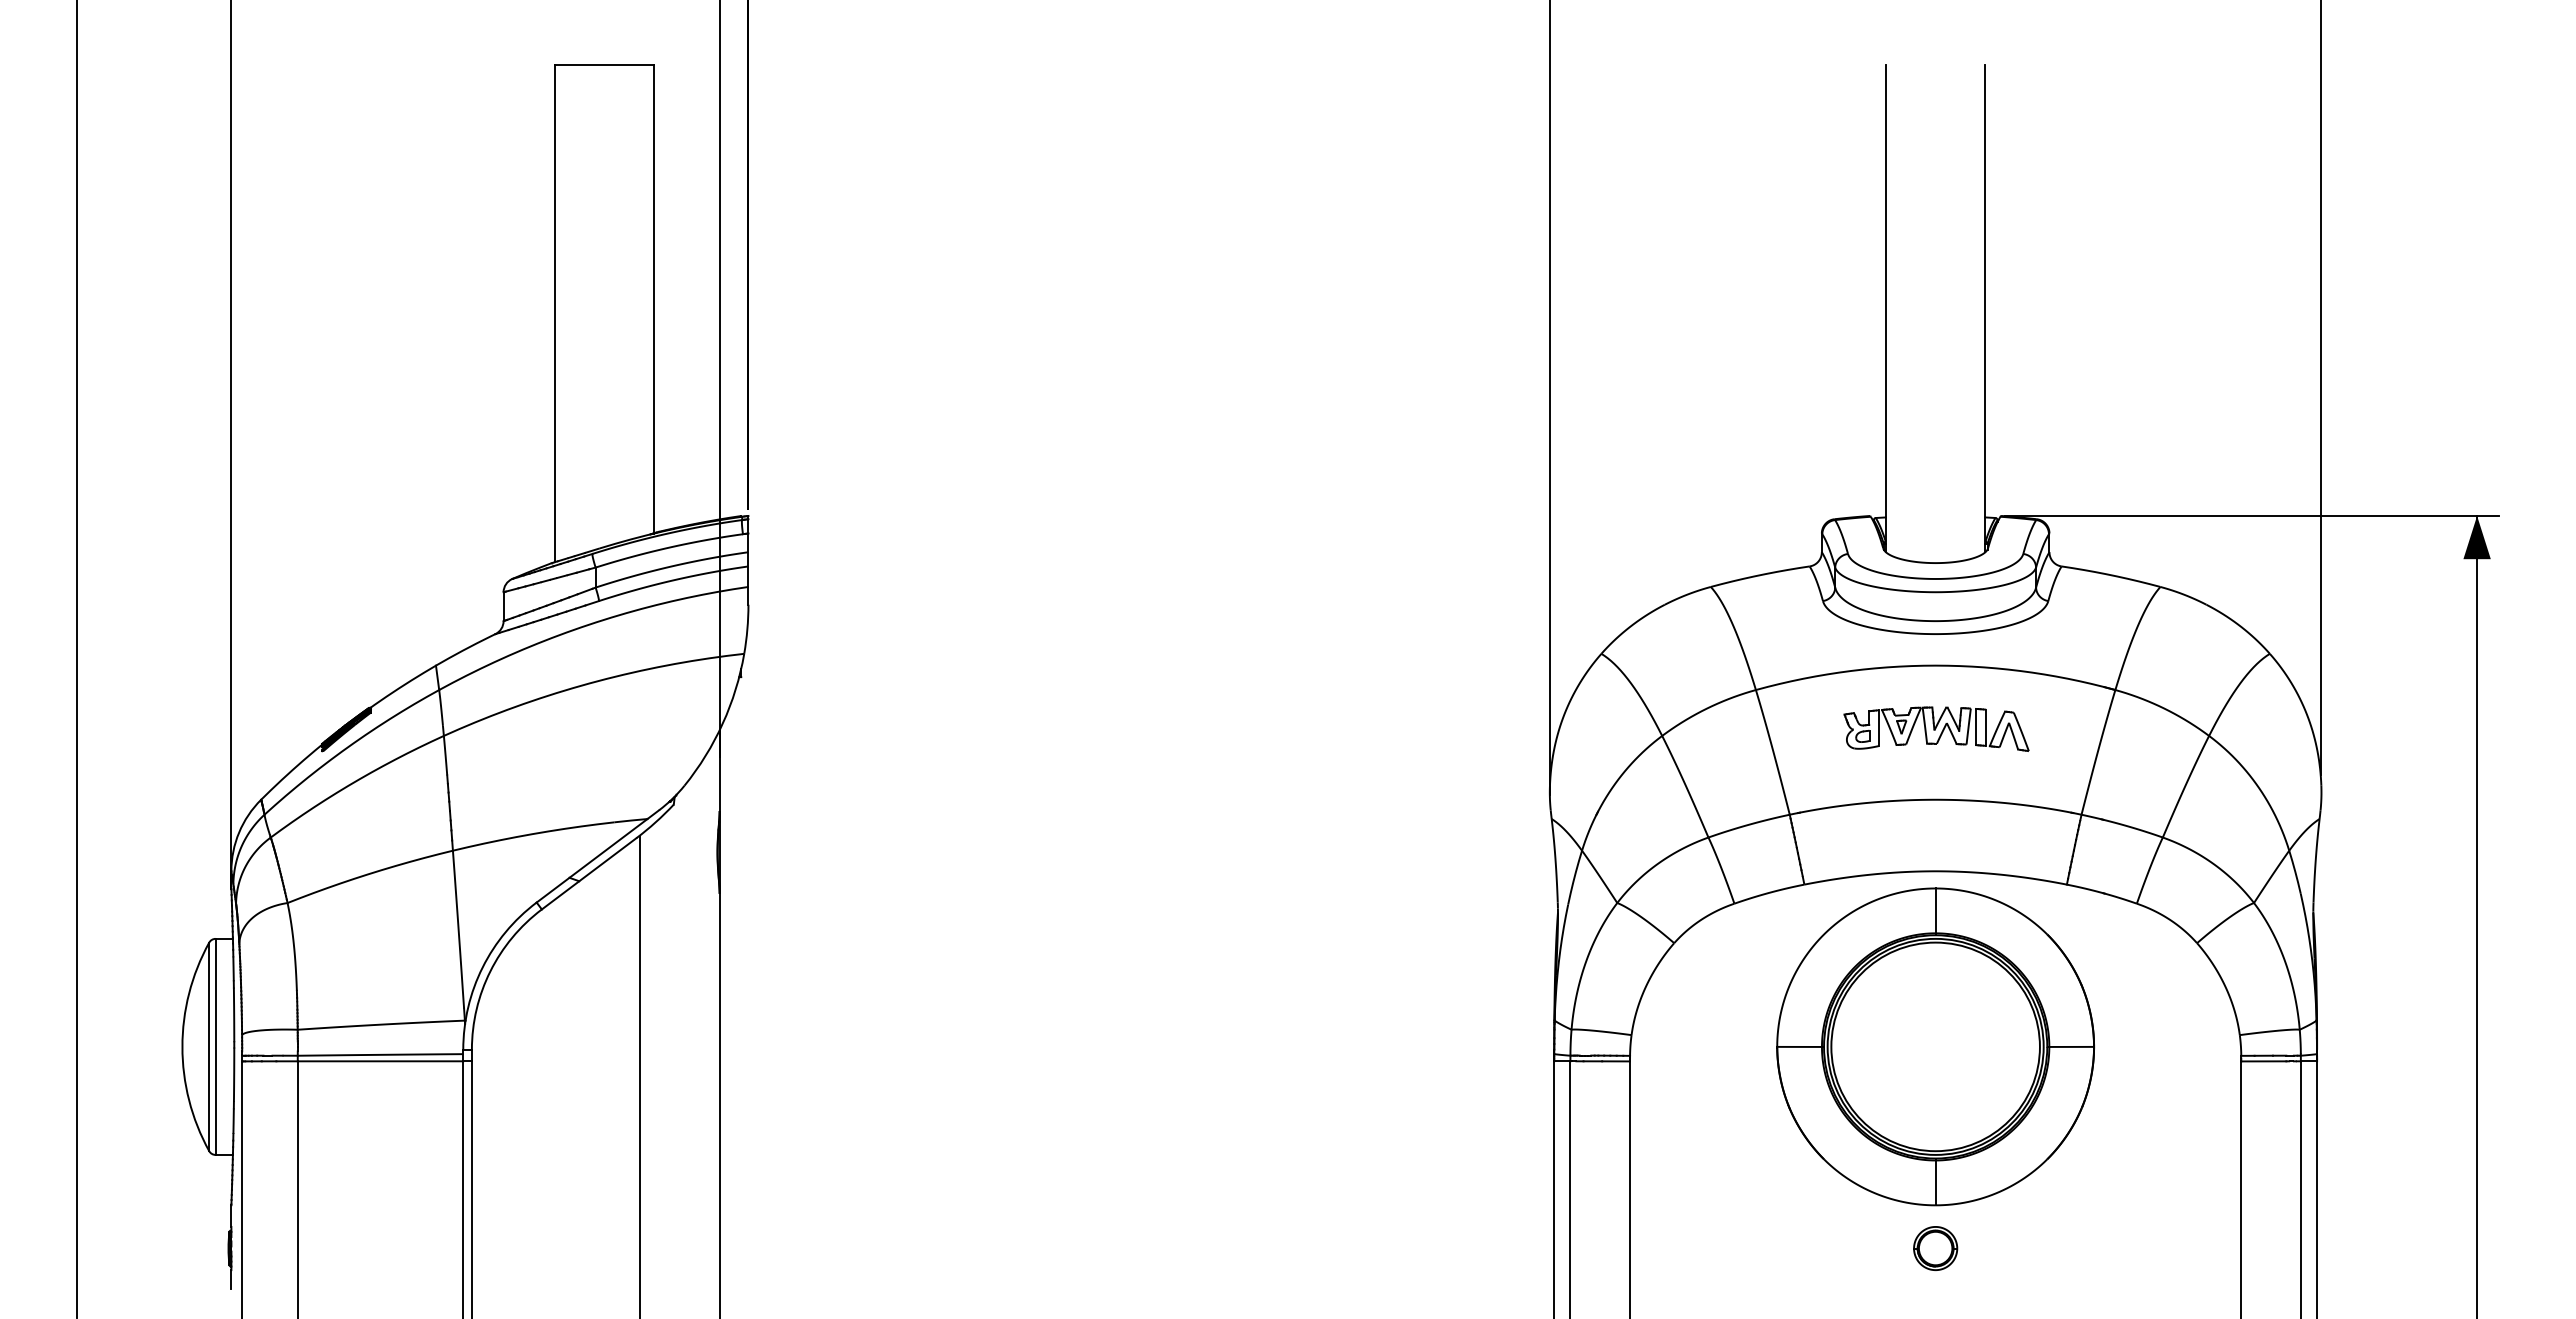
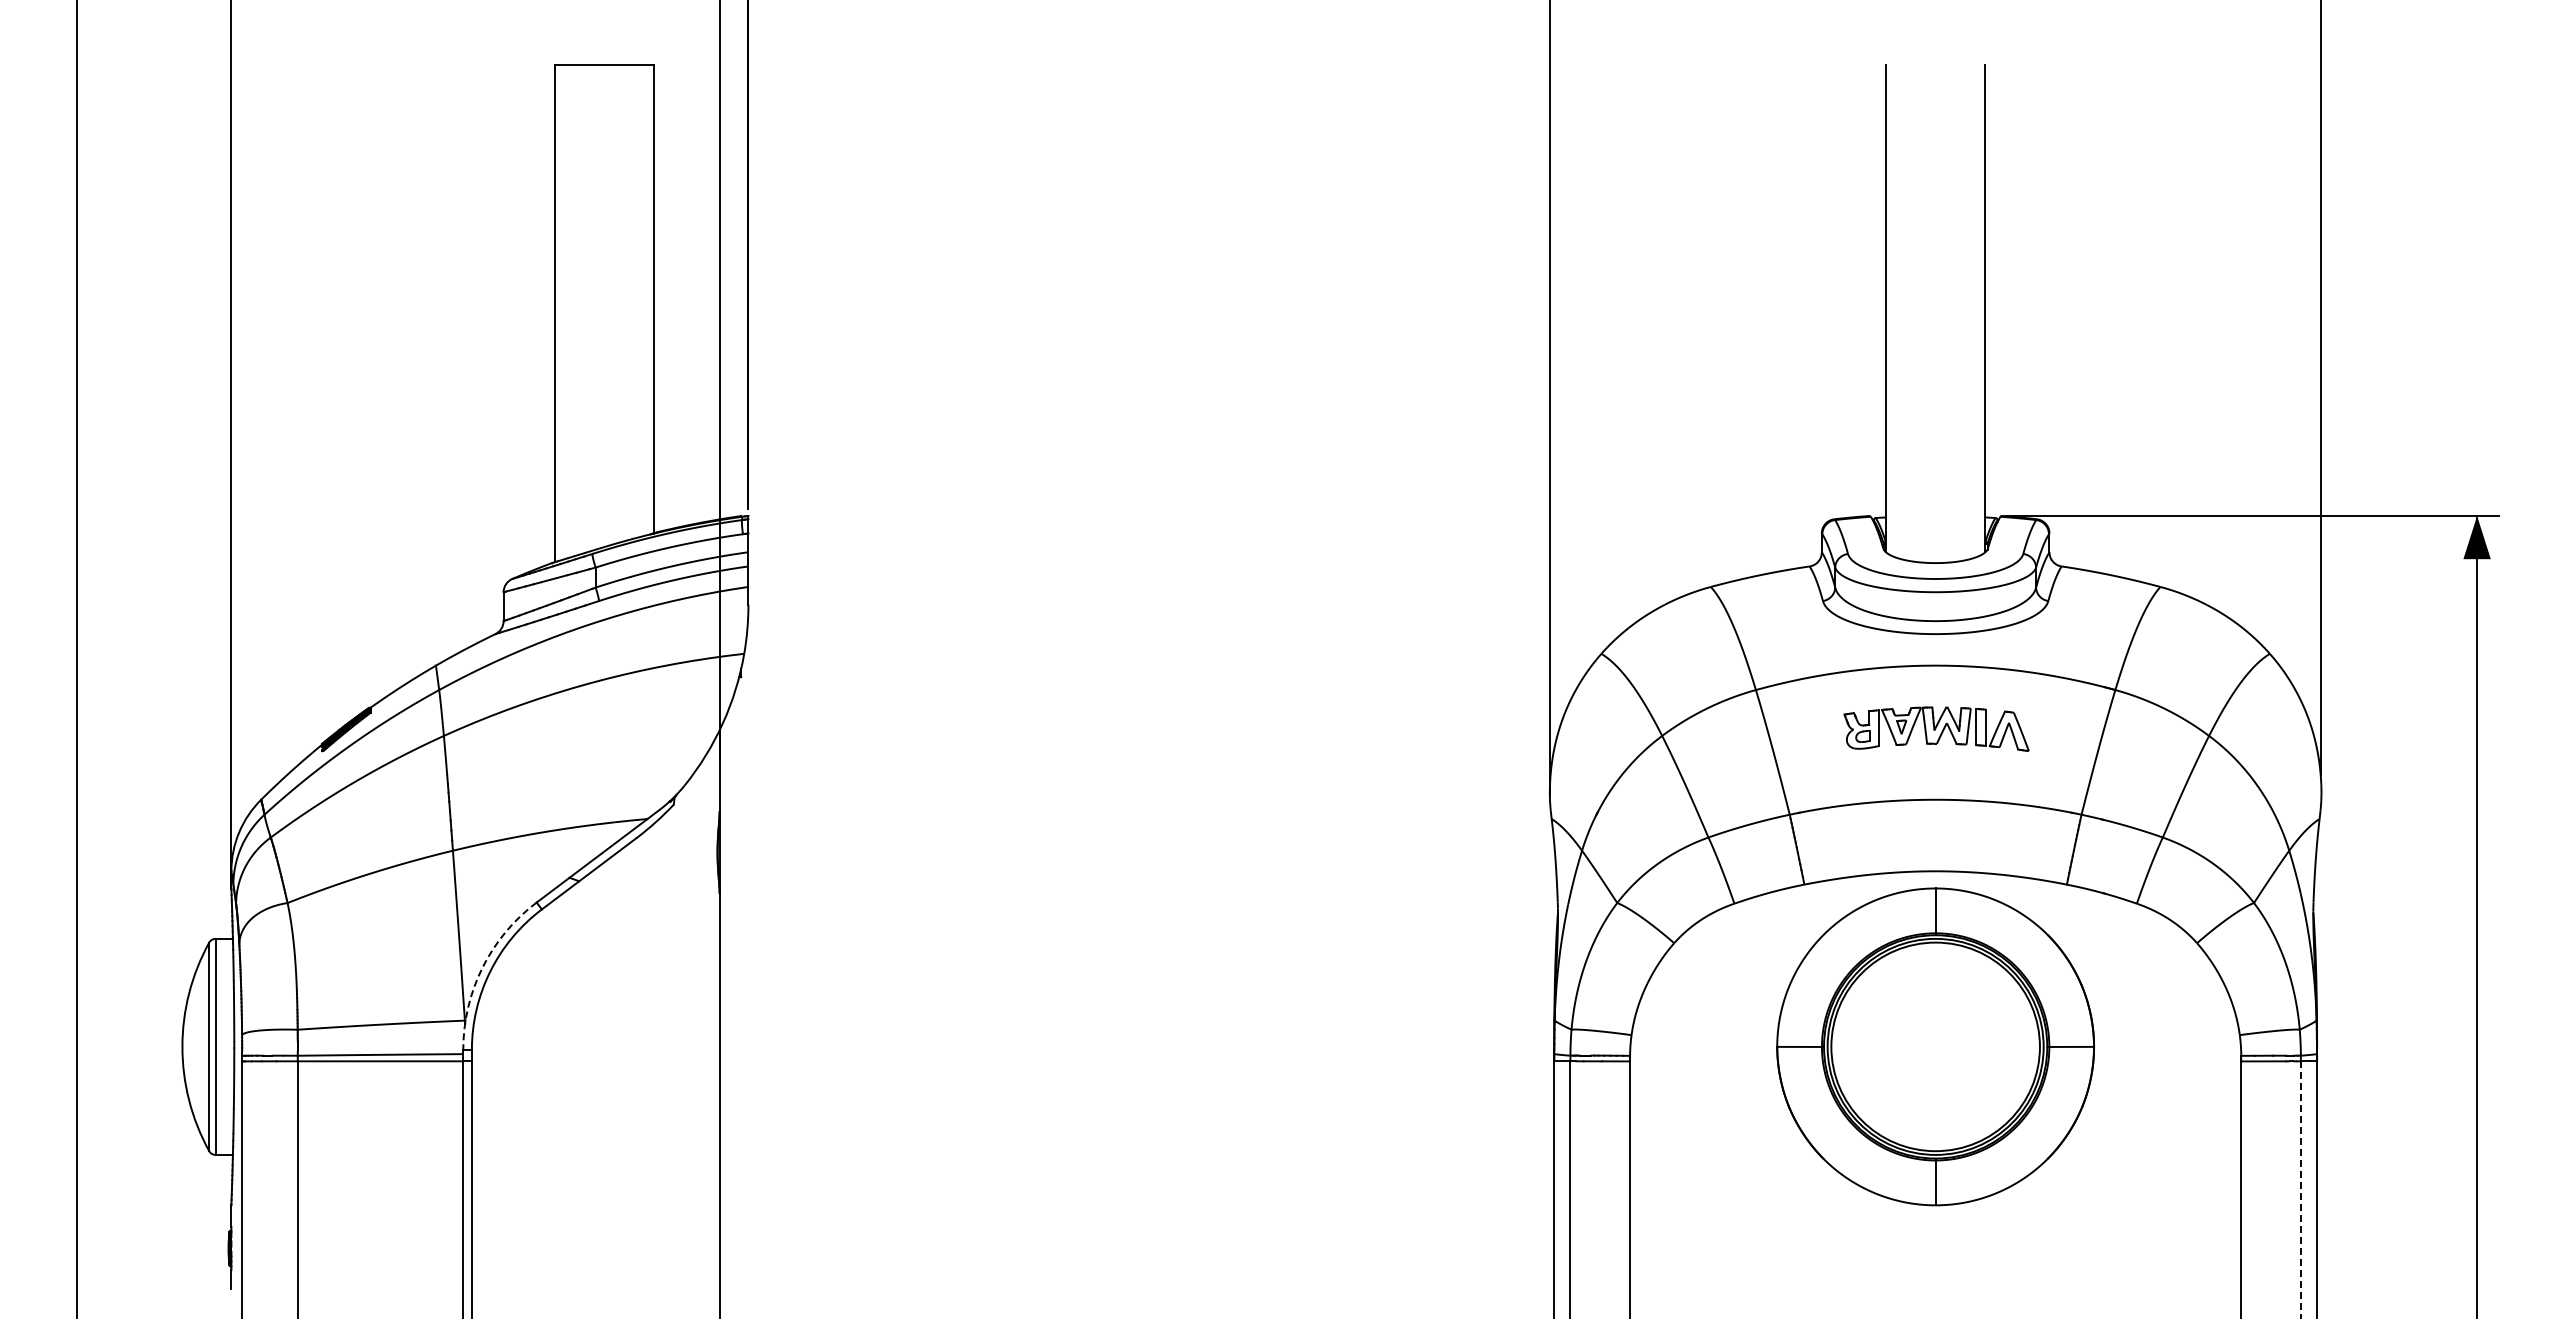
arc at (482, 967): solid -> dashed
line at (639, 1075): present -> none
line at (2300, 1190): solid -> dashed
part at (1935, 1248): present -> none
